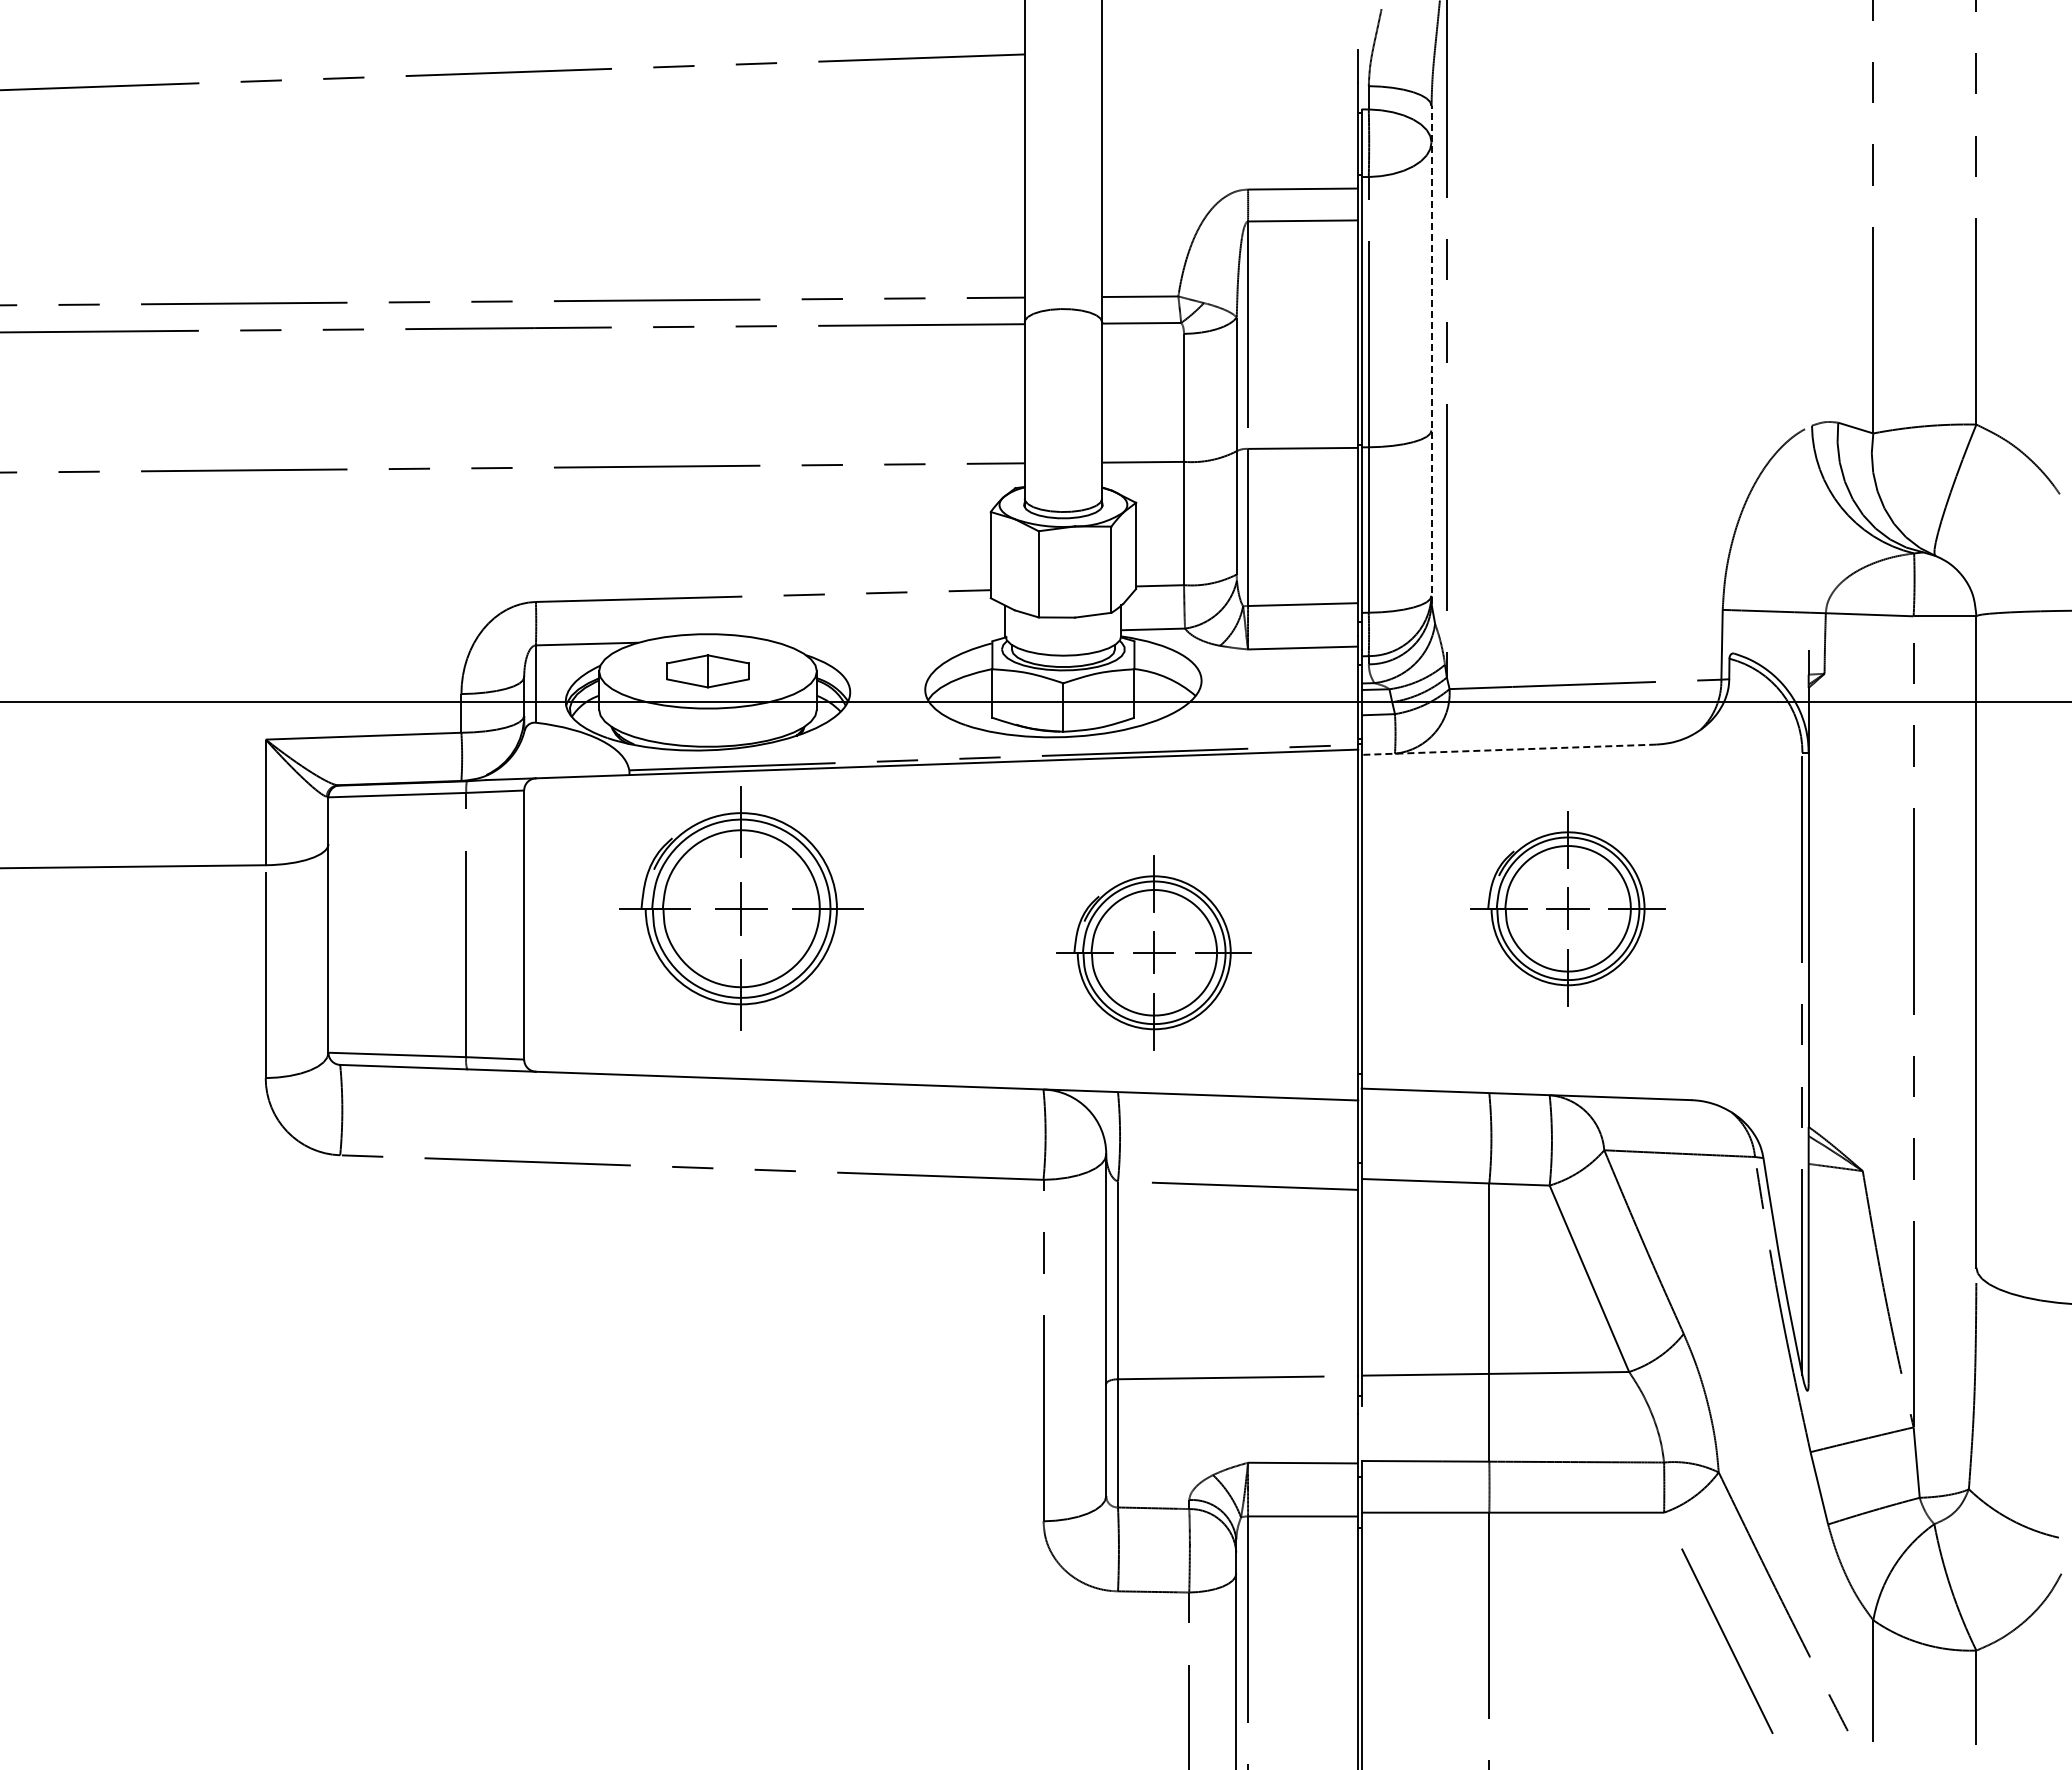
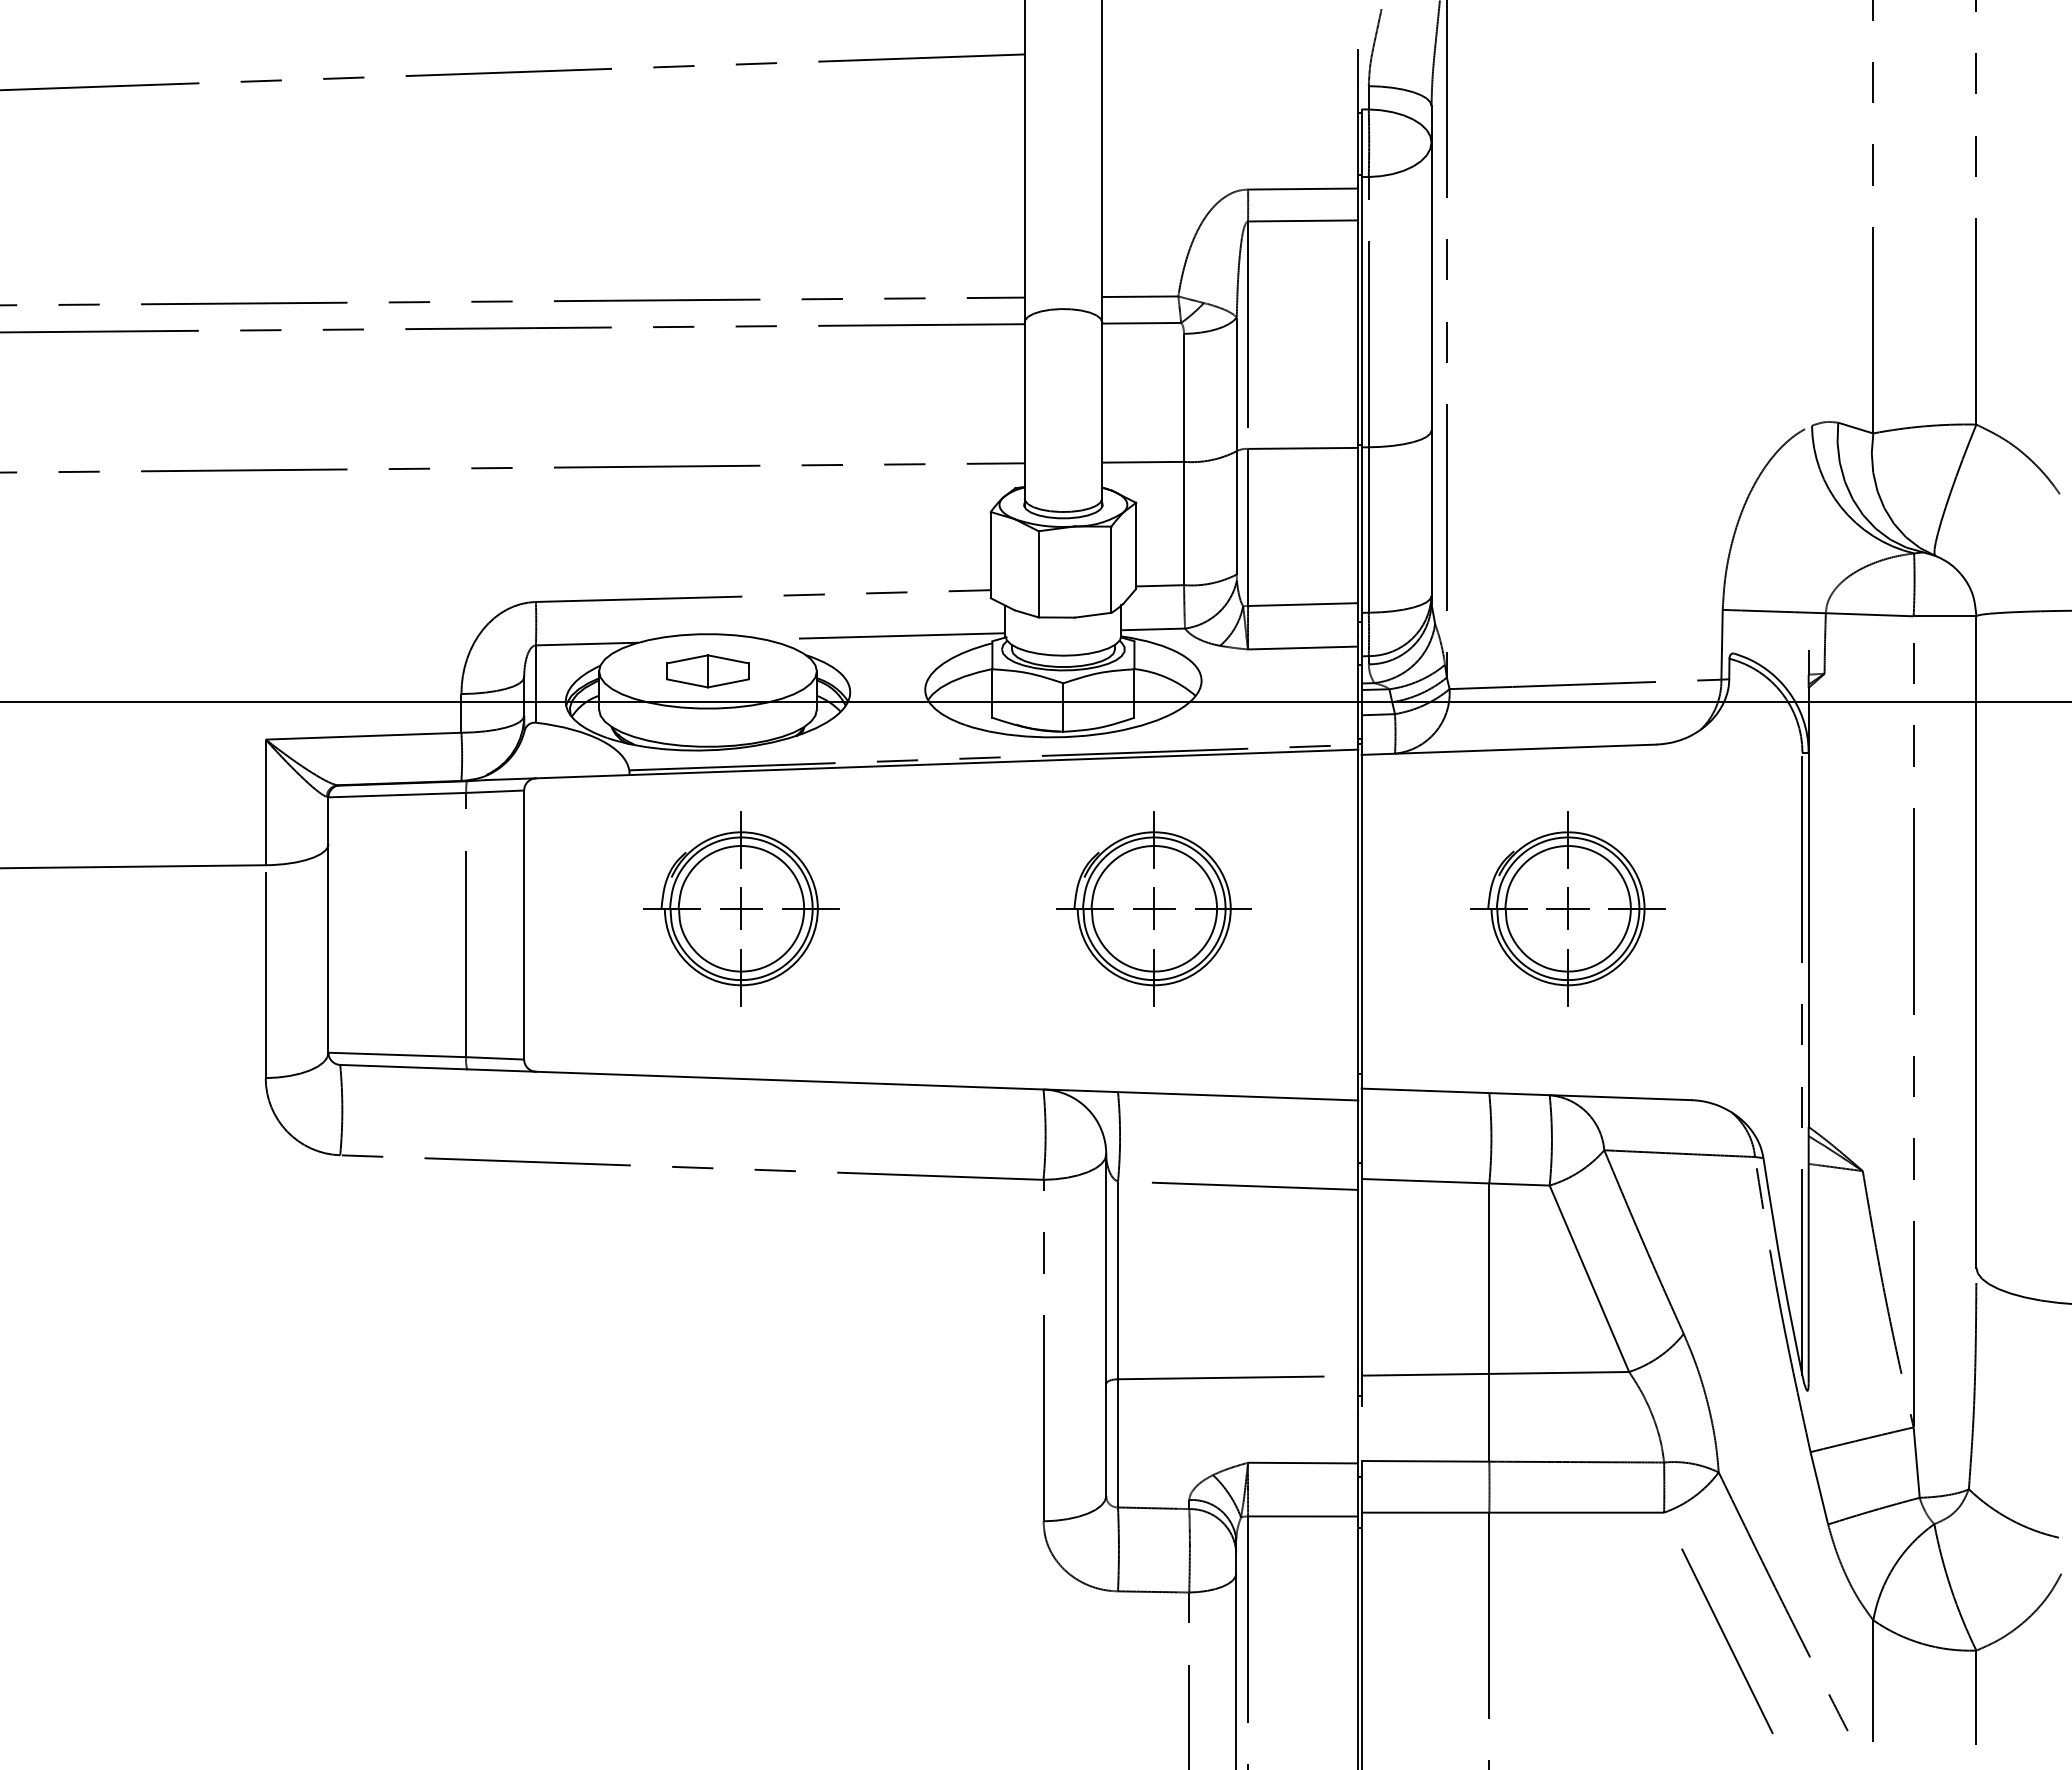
line at (1431, 354): dashed -> solid
line at (884, 636): none -> present
line at (1508, 749): dashed -> solid
part at (741, 908) size: 245x245 px -> 197x196 px
part at (1153, 952) position: (1153, 952) -> (1153, 908)
